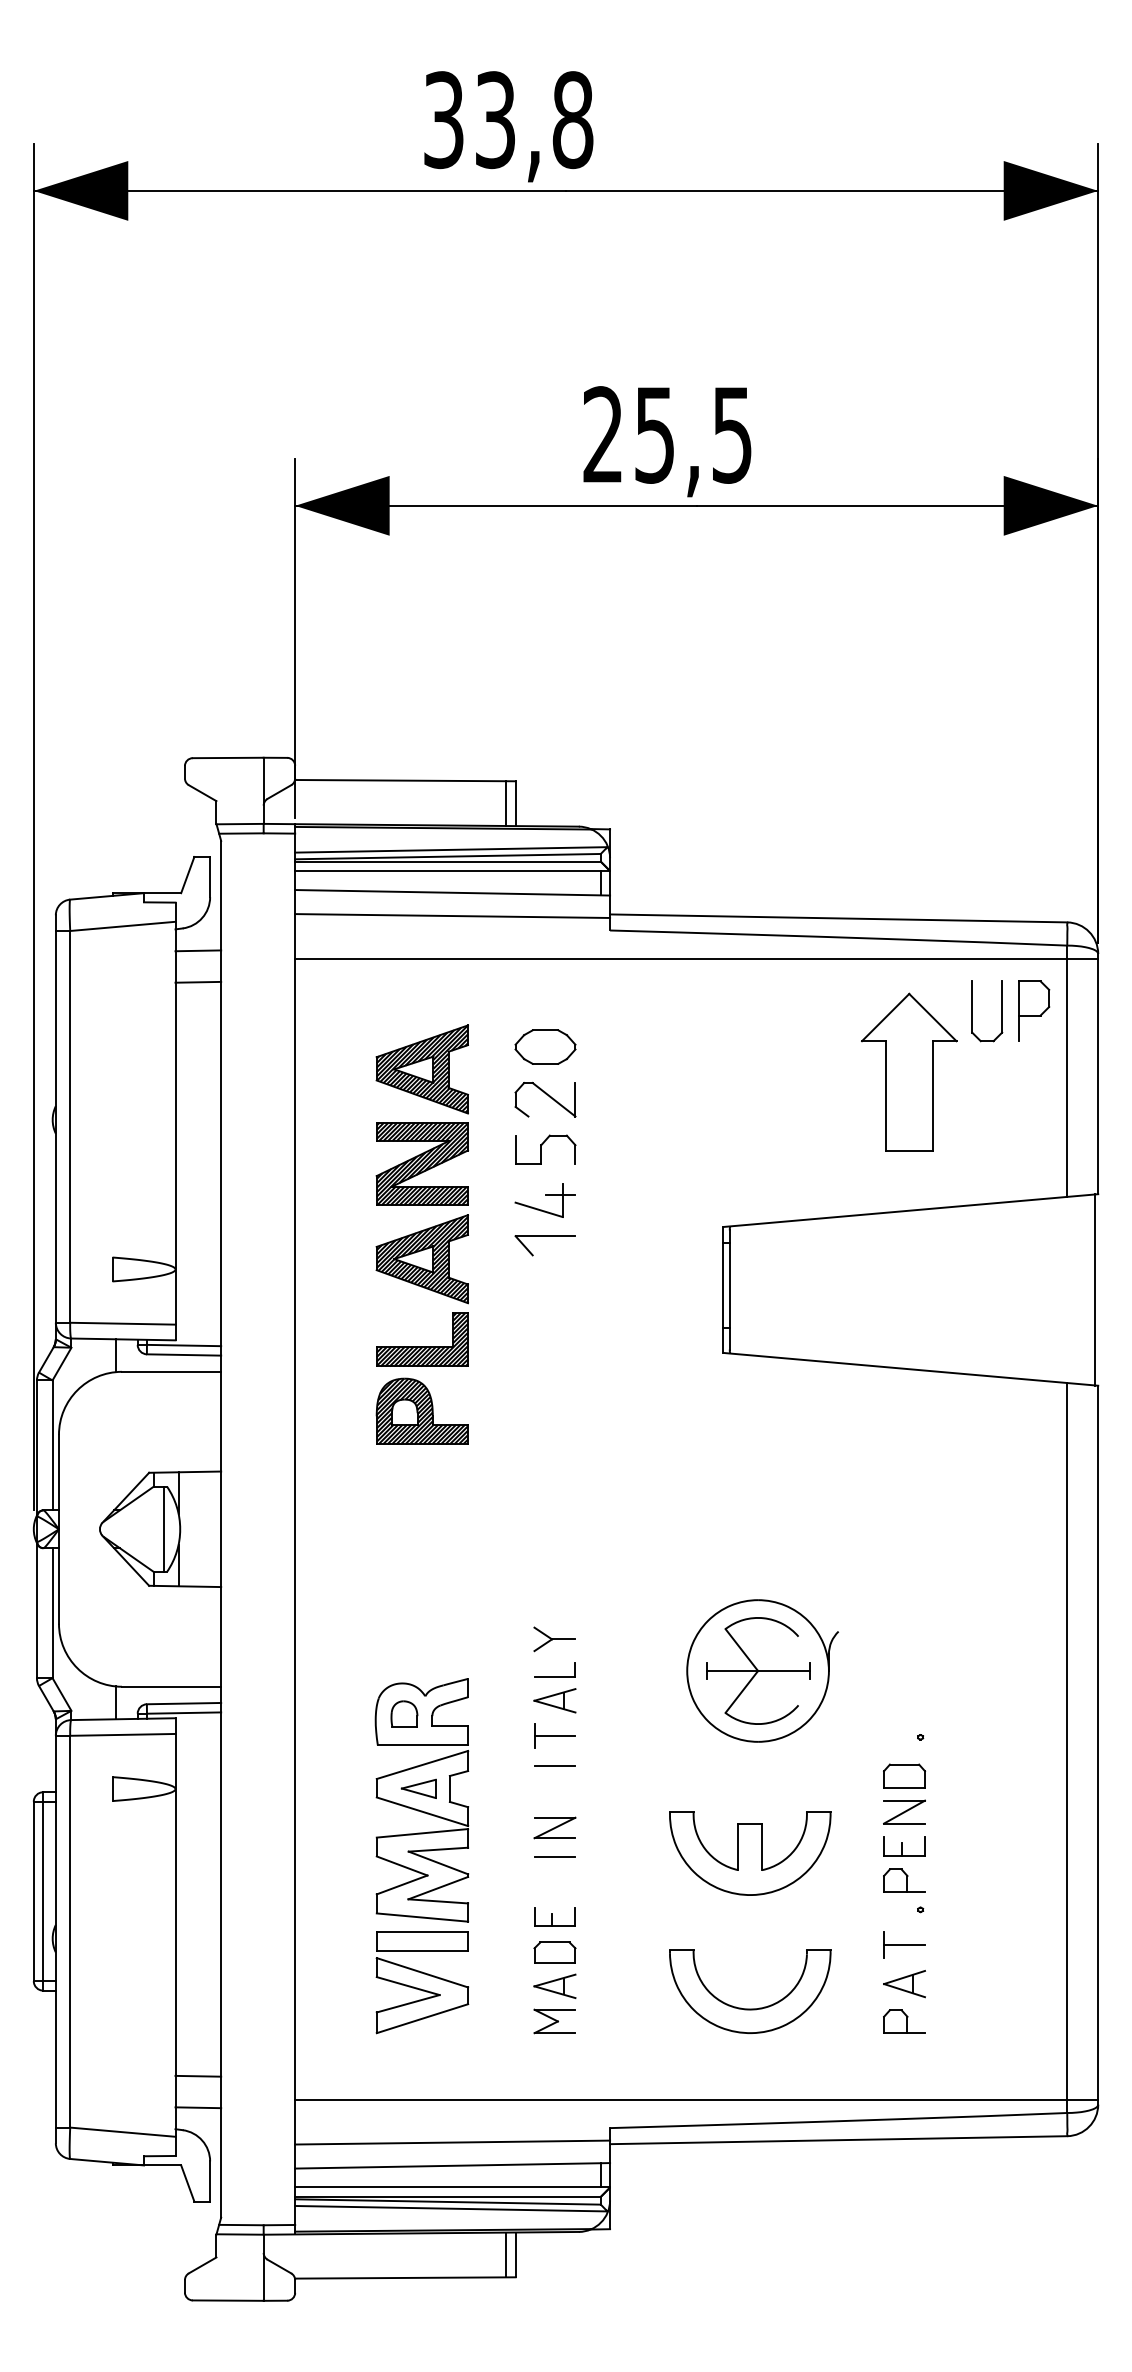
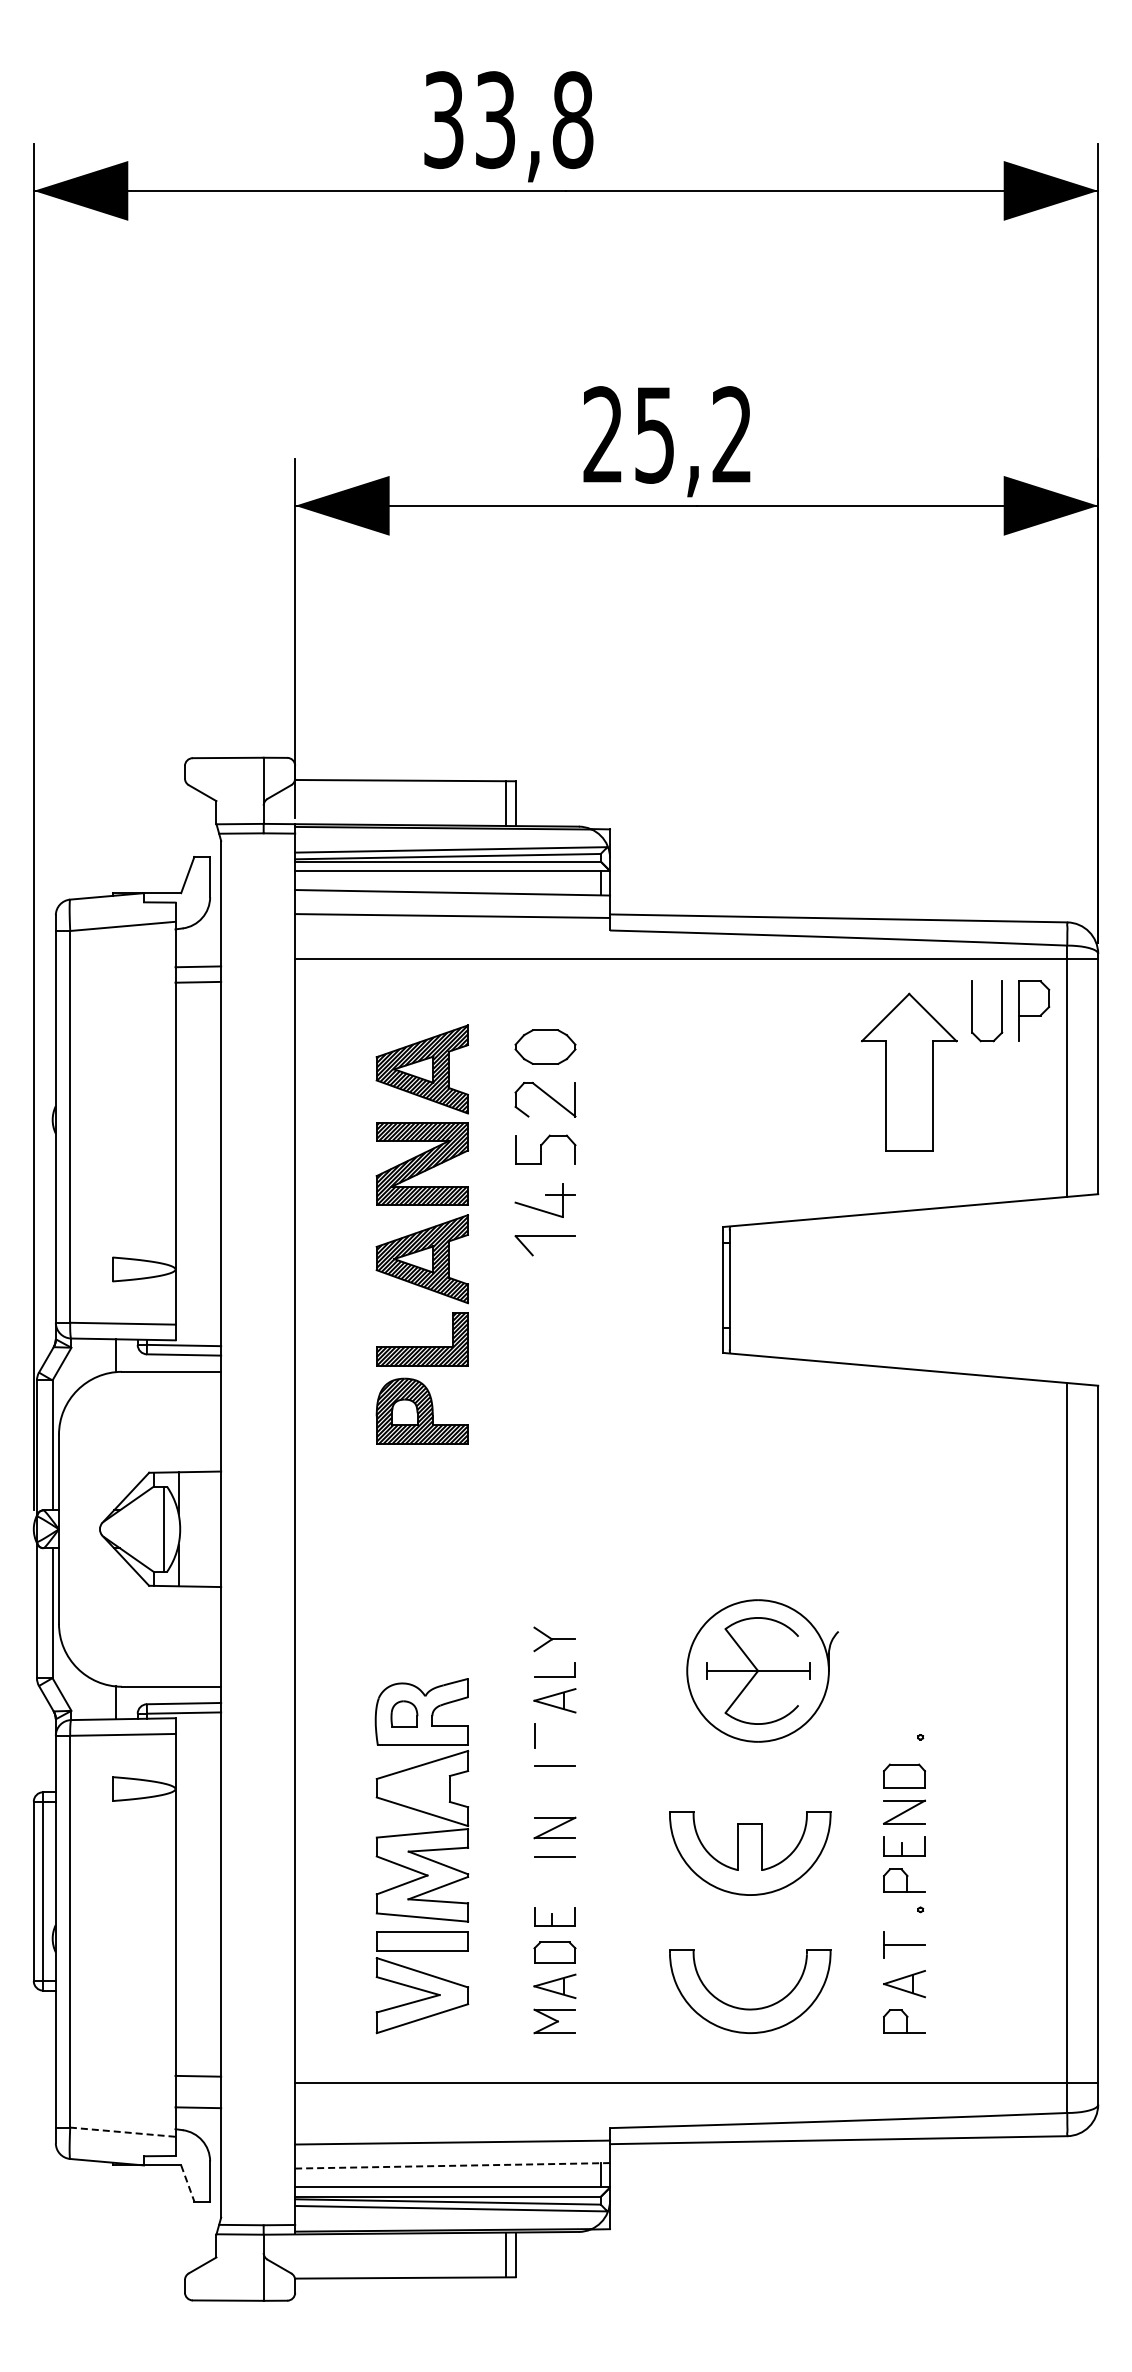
text at (731, 434): 25,5 -> 25,2
line at (198, 950) position: (198, 950) -> (198, 966)
line at (1095, 1289): present -> none
line at (554, 1735): present -> none
part at (418, 1788): present -> none
line at (696, 2099) position: (696, 2099) -> (696, 2082)
line at (122, 2132): solid -> dashed
line at (452, 2165): solid -> dashed
line at (187, 2183): solid -> dashed
